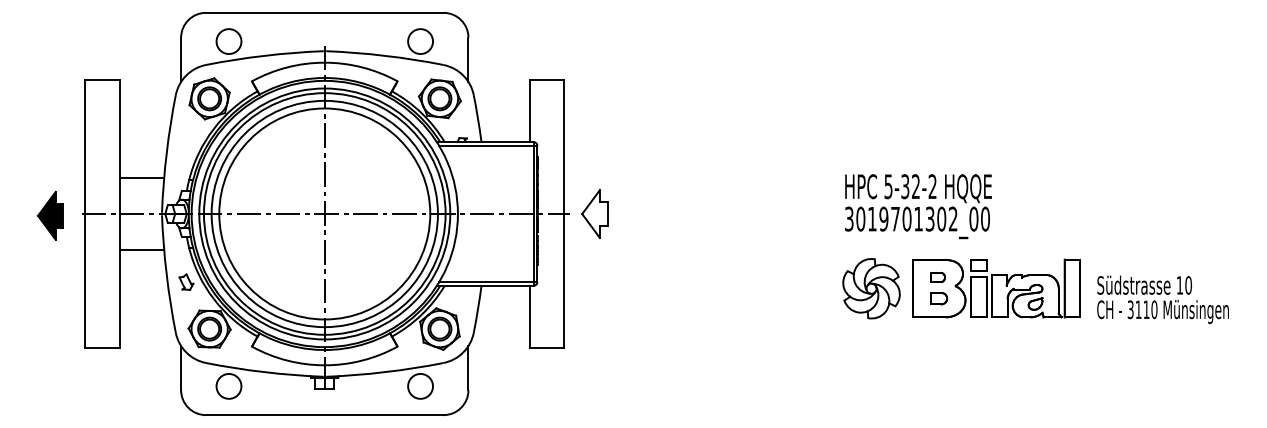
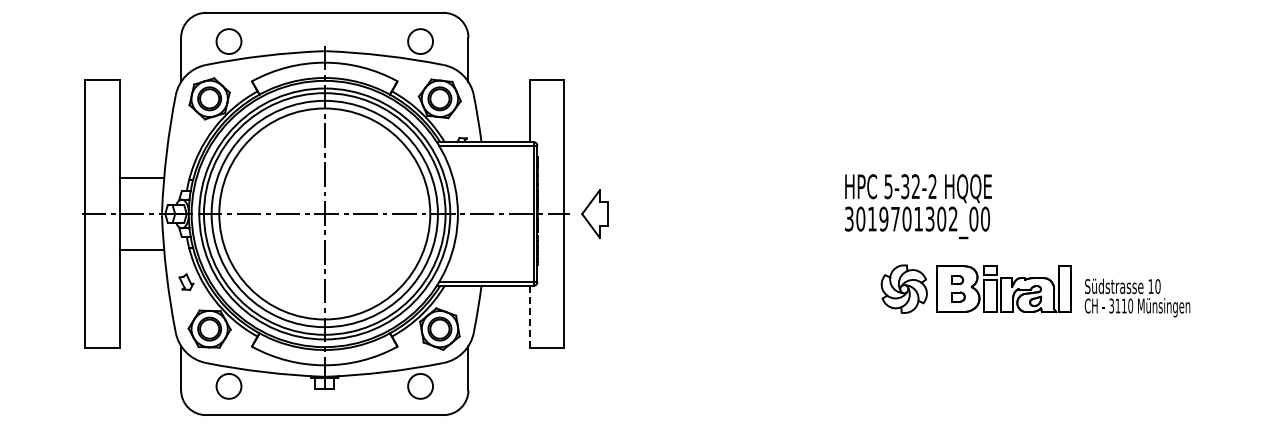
part at (49, 215): present -> none
part at (1035, 290) size: 387x66 px -> 311x54 px
line at (529, 316): solid -> dashed
